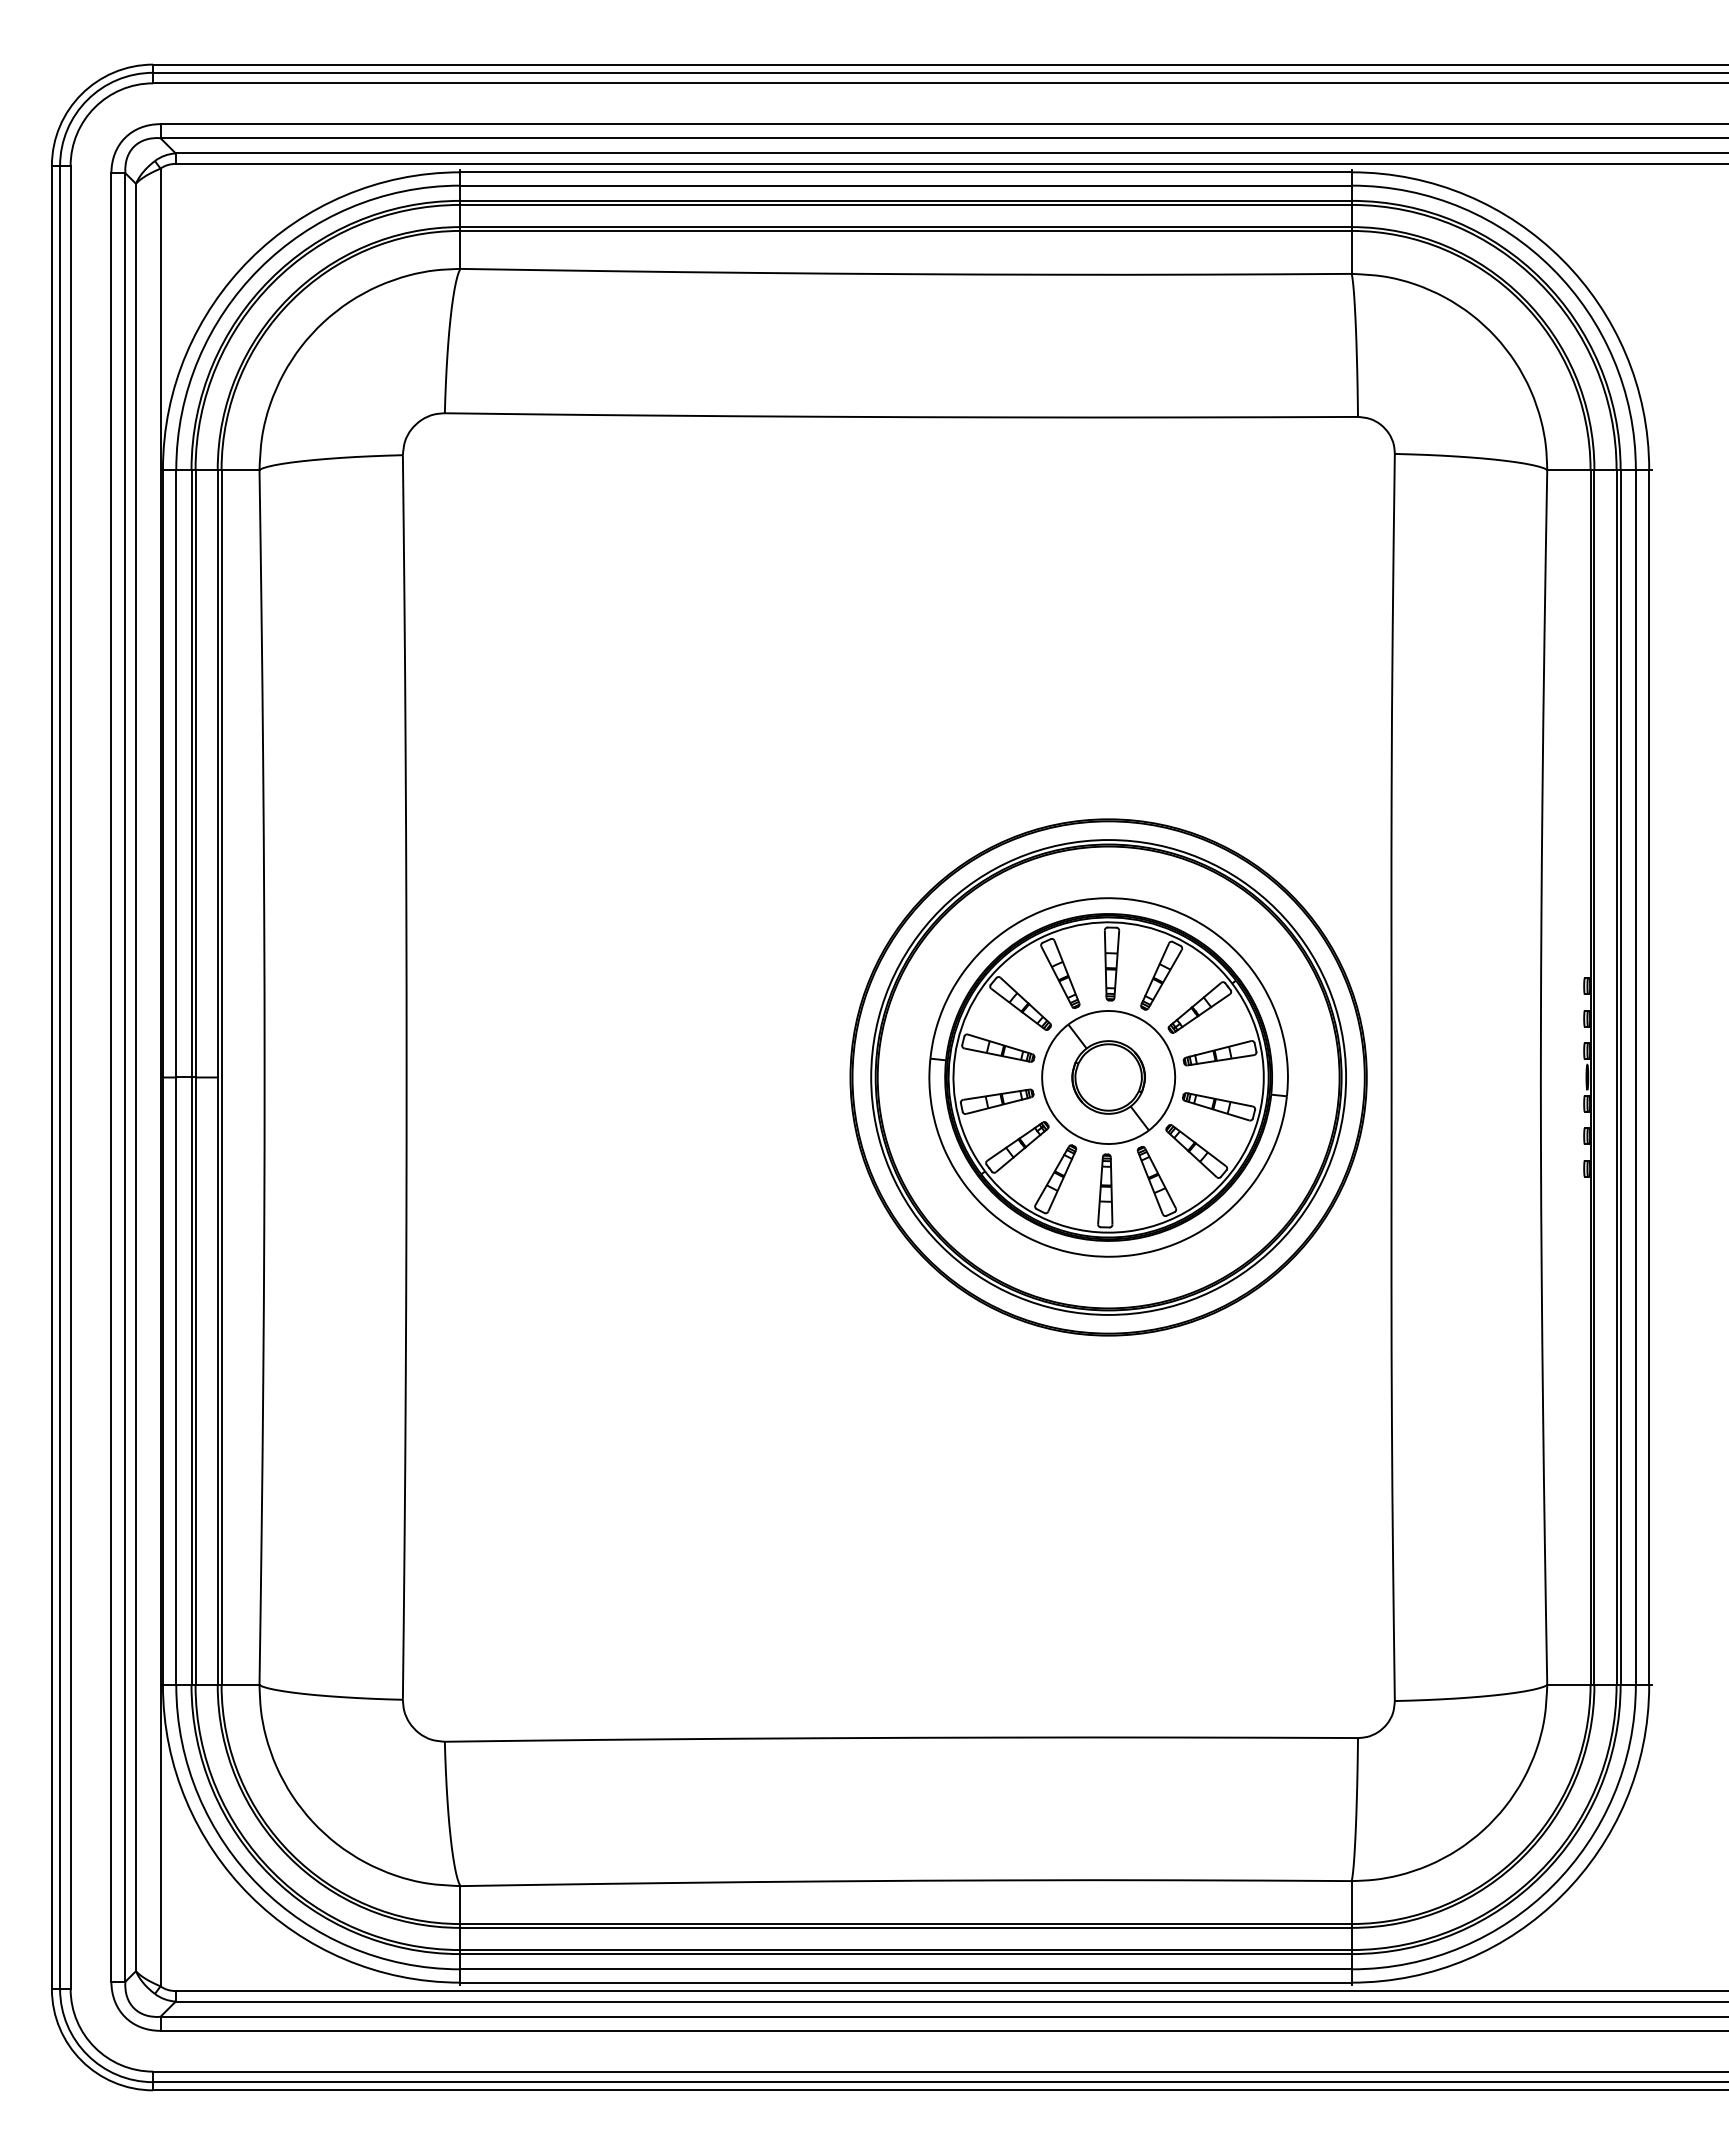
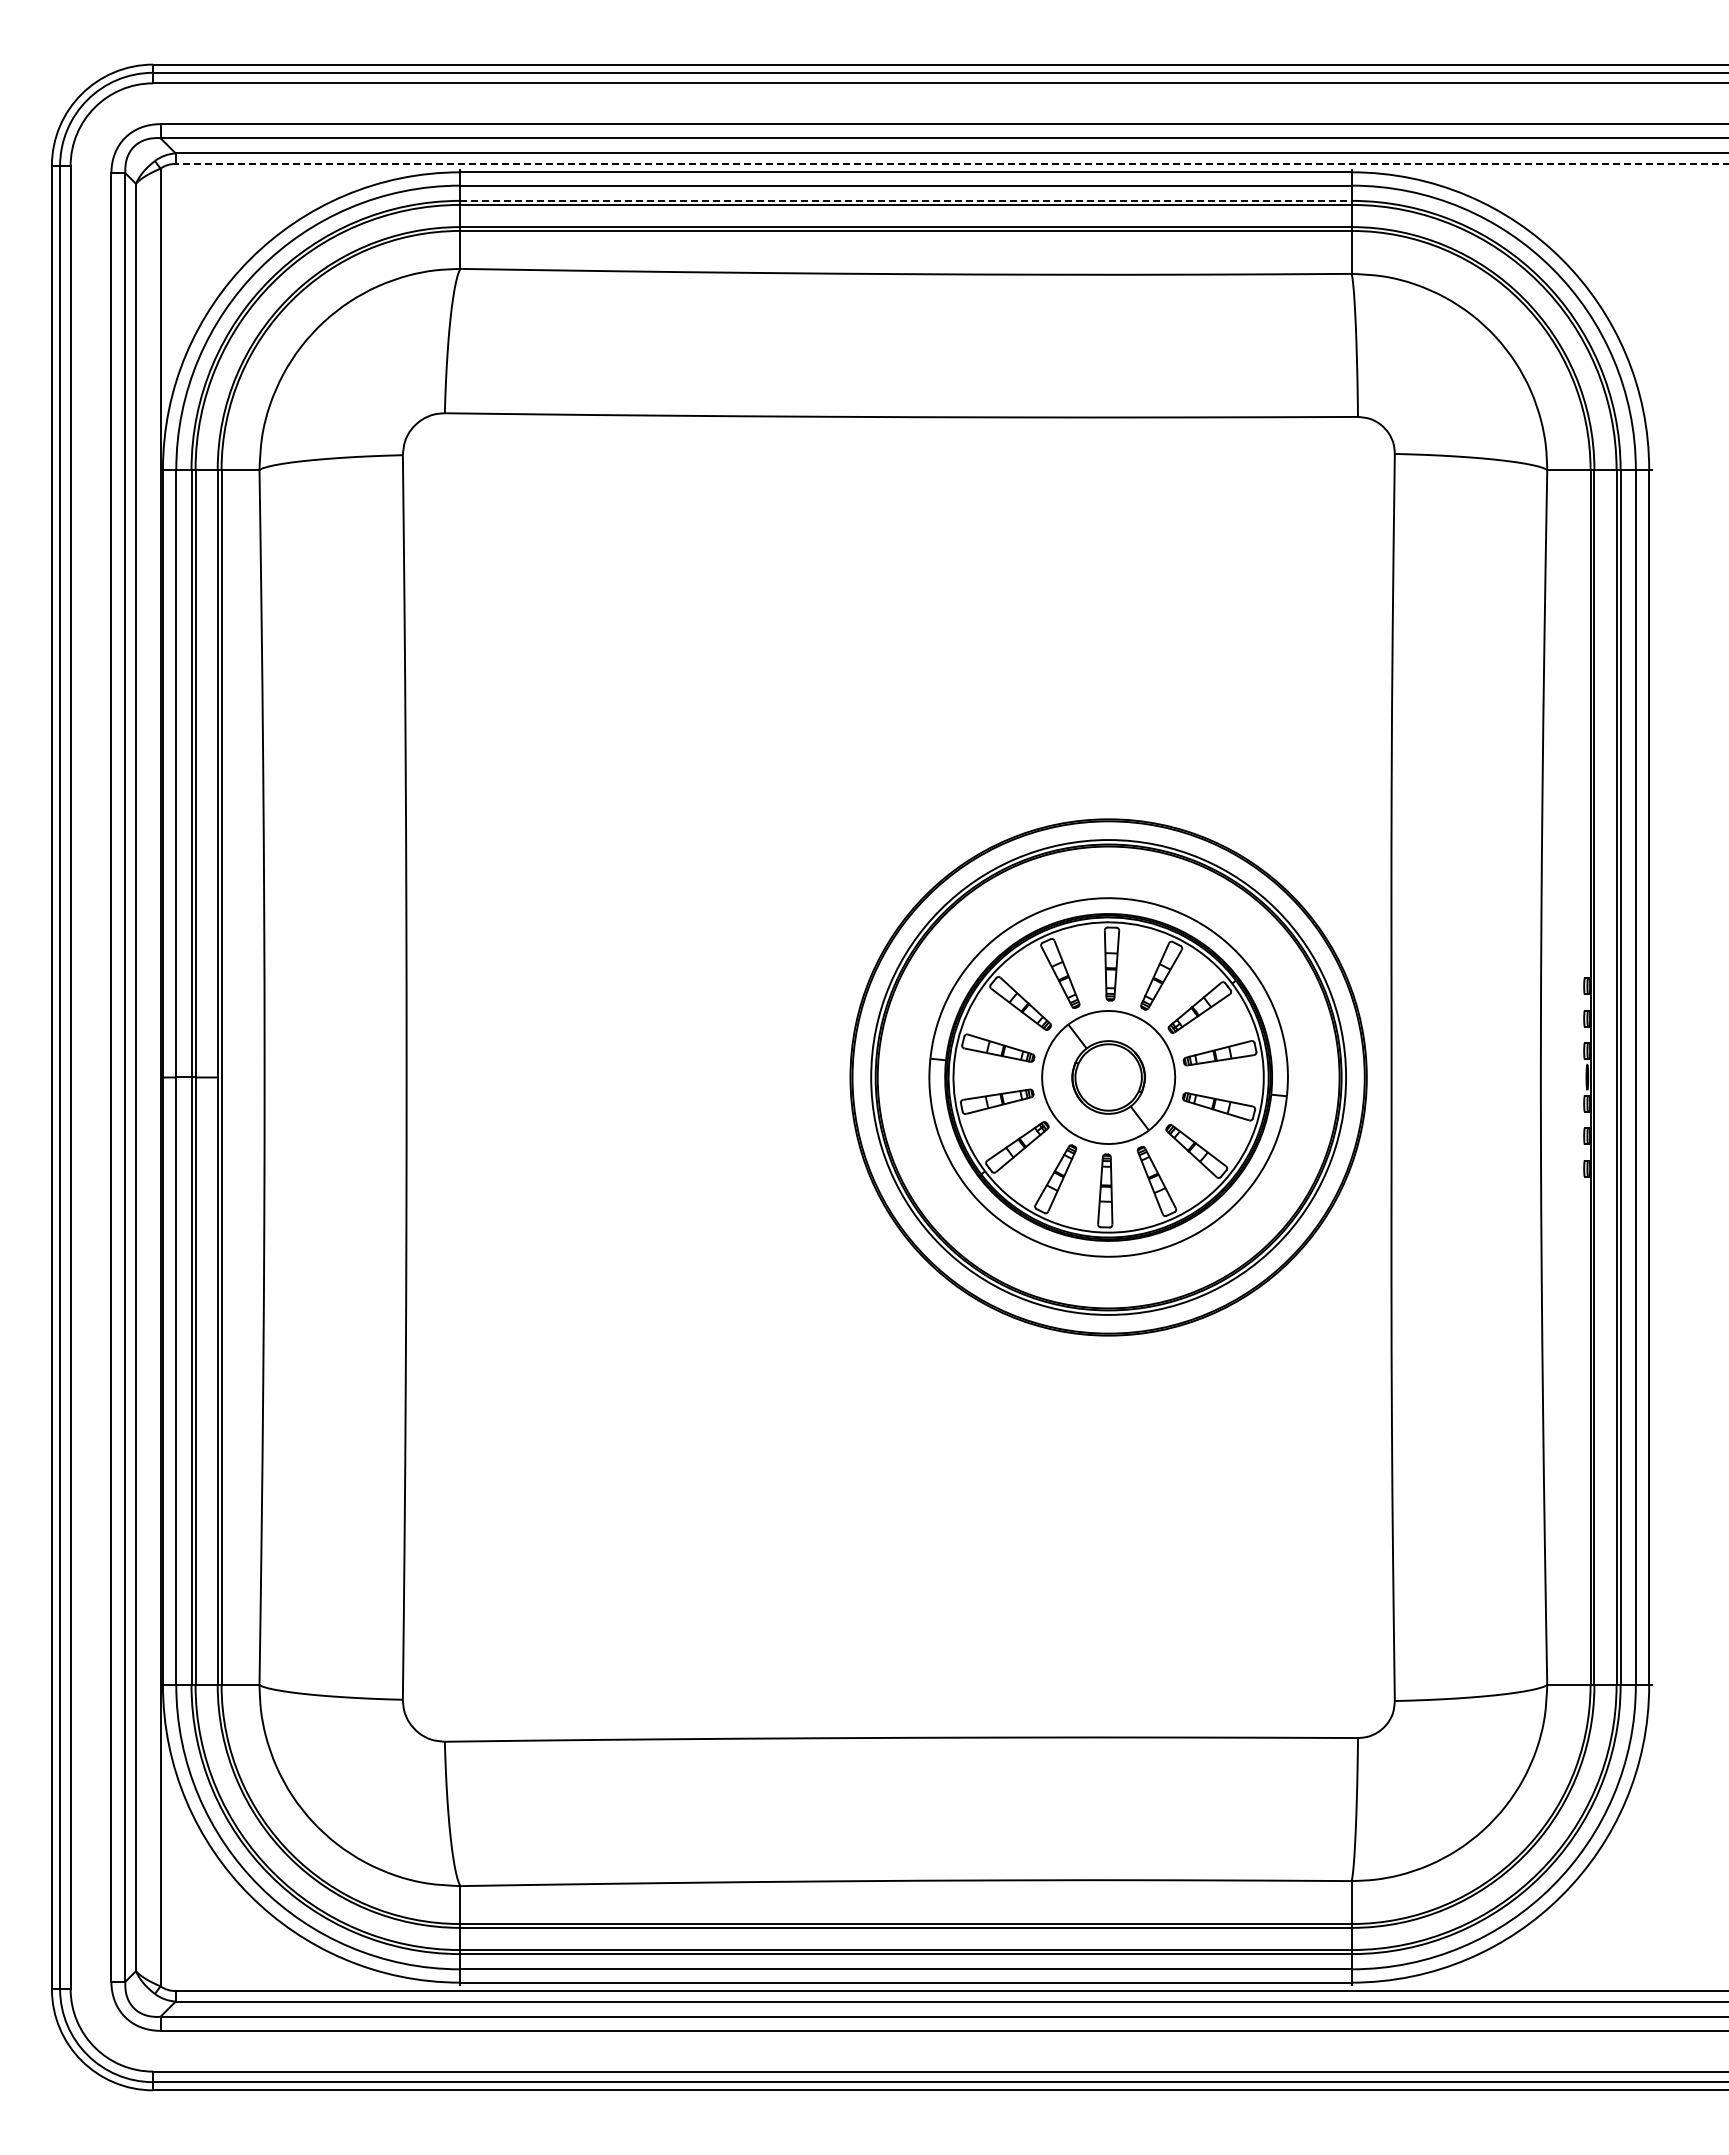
line at (951, 163): solid -> dashed
line at (906, 200): solid -> dashed
